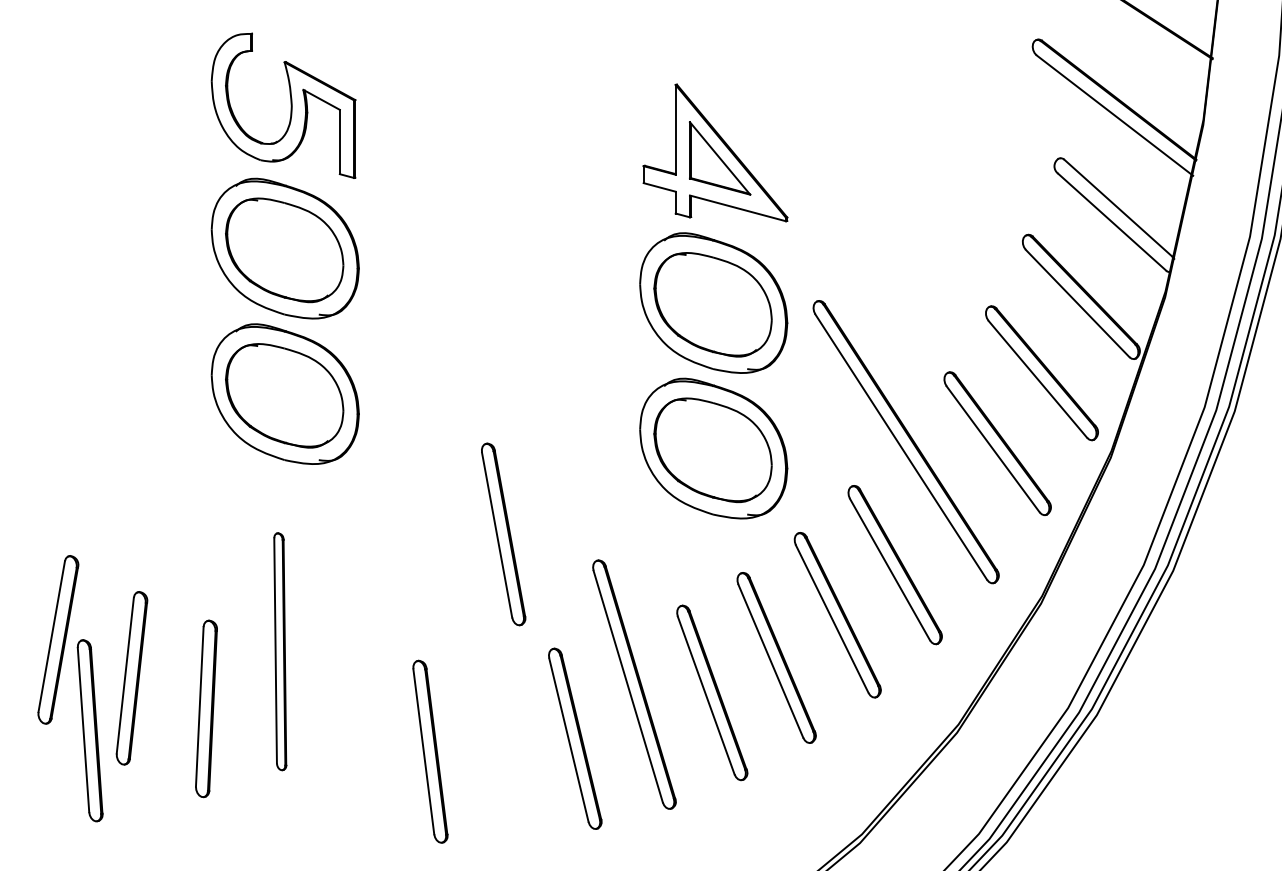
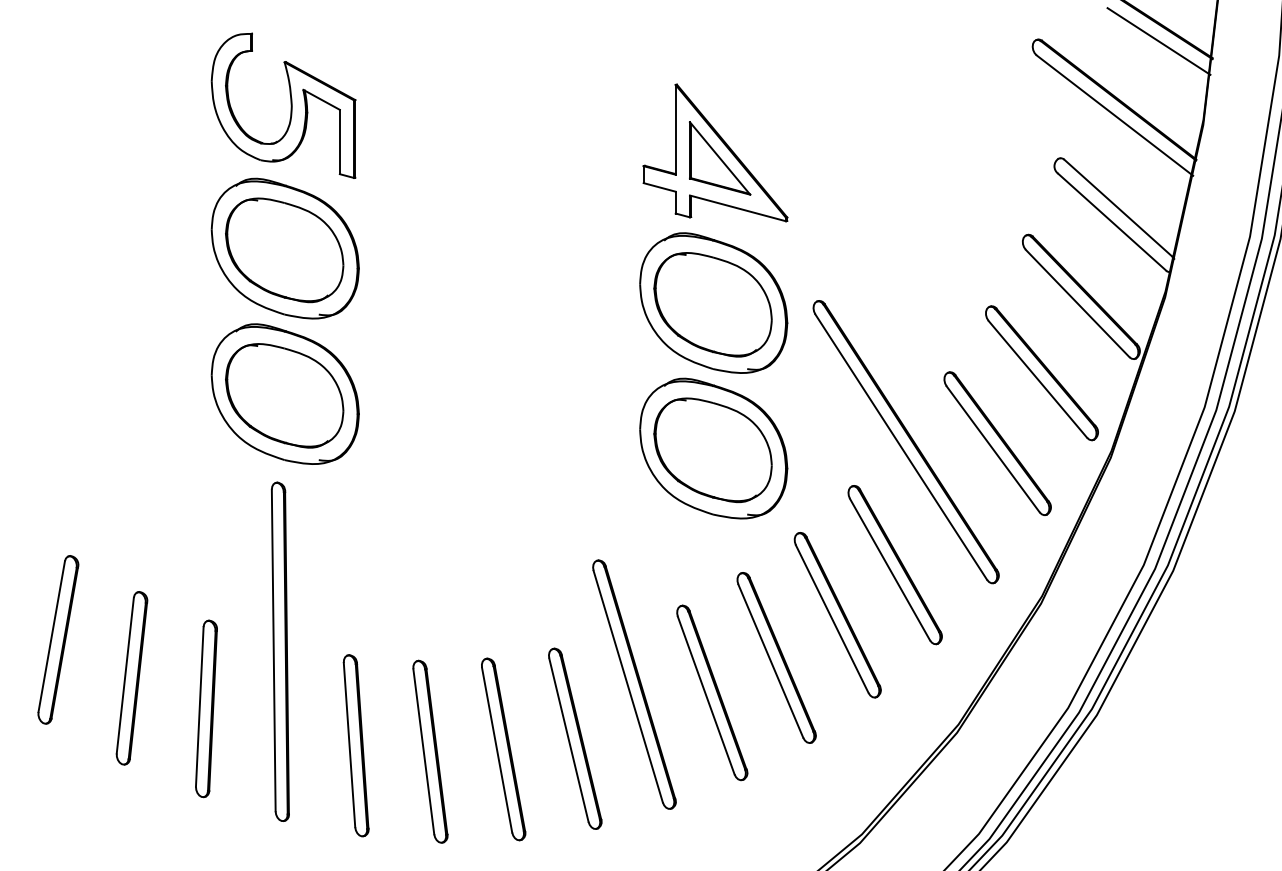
line at (1158, 41): none -> present
part at (503, 534) position: (503, 534) -> (503, 749)
part at (280, 651) size: 15x240 px -> 20x341 px
part at (89, 730) position: (89, 730) -> (355, 745)
